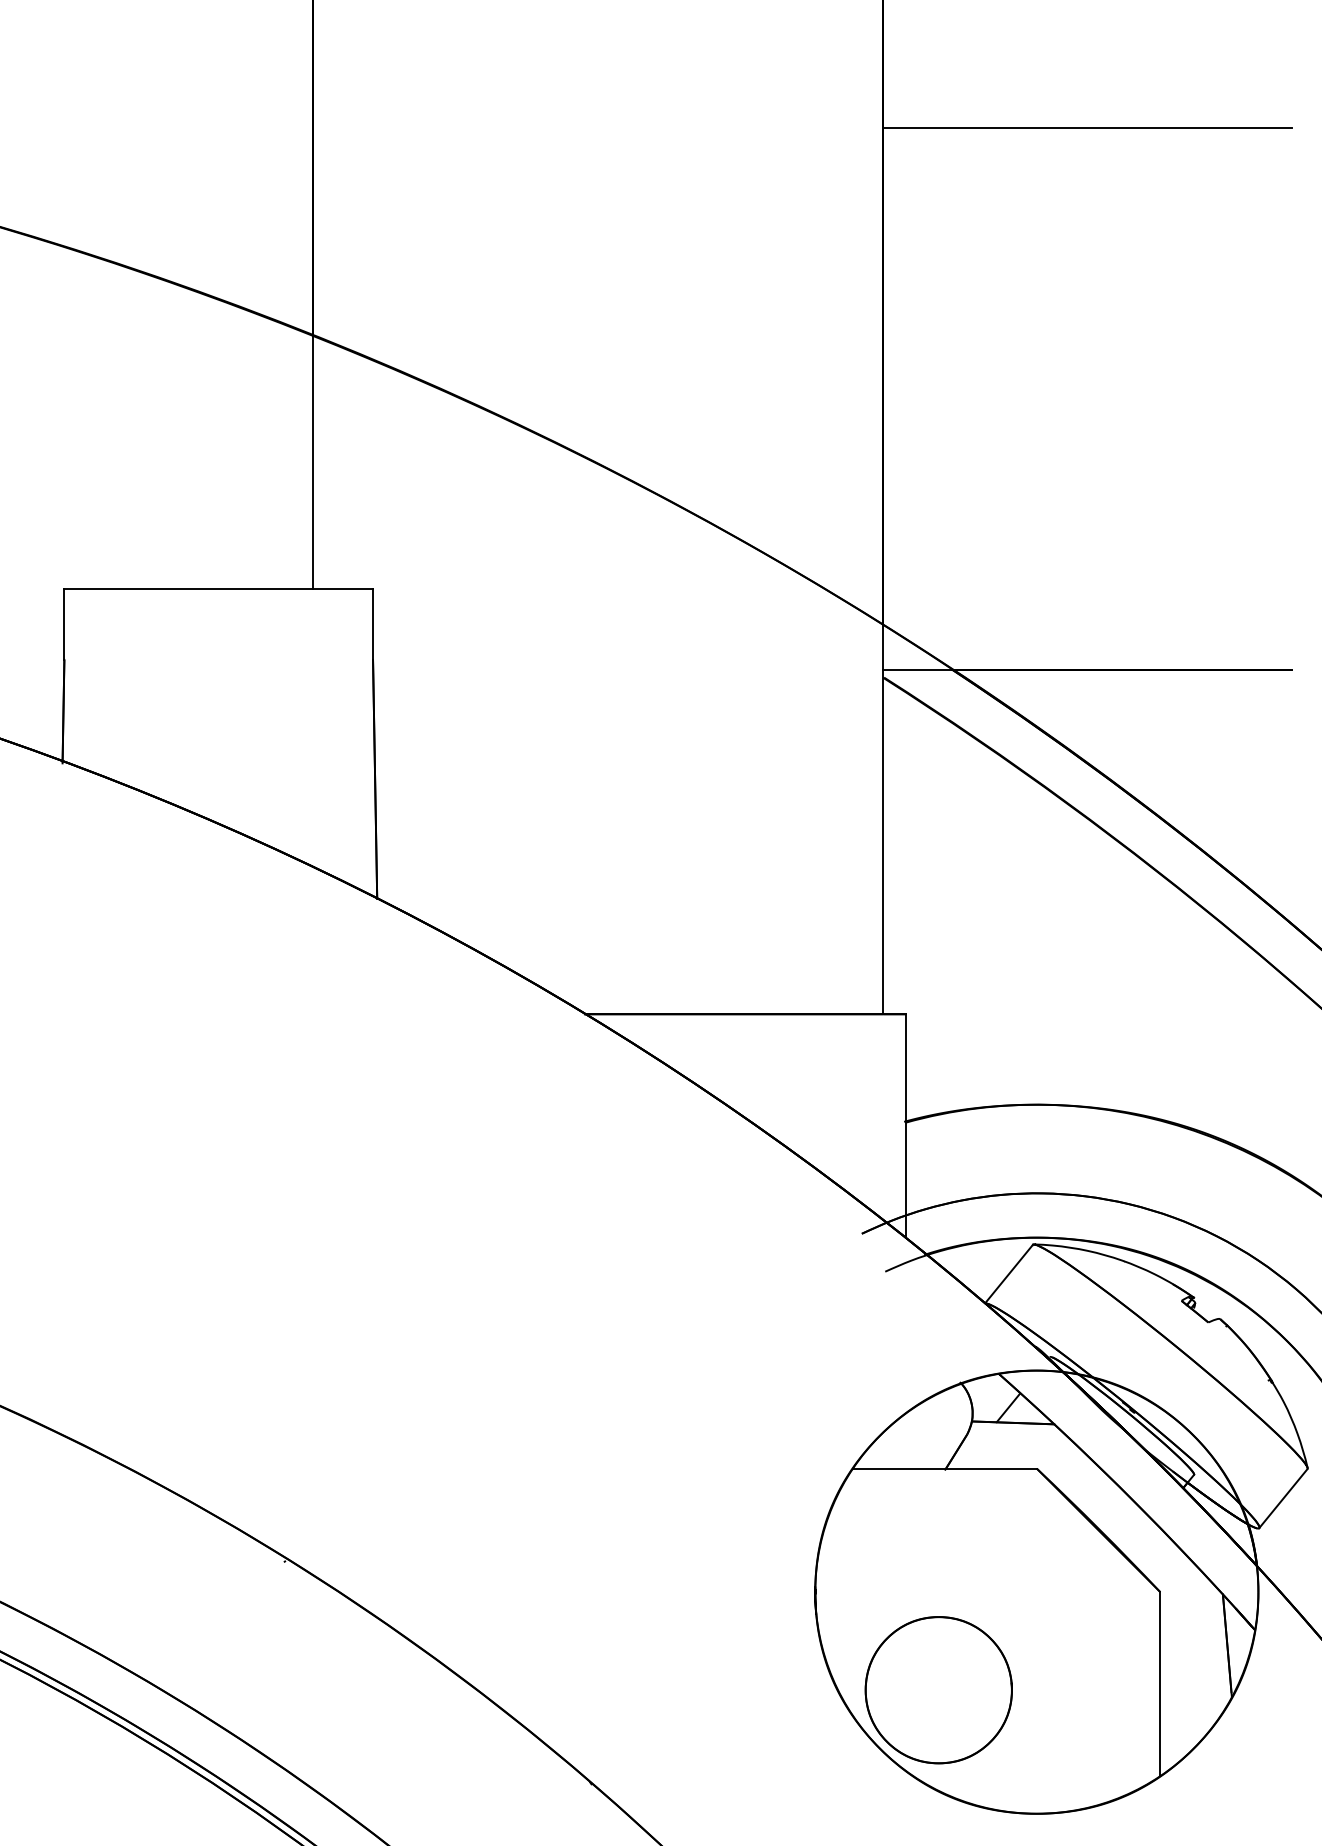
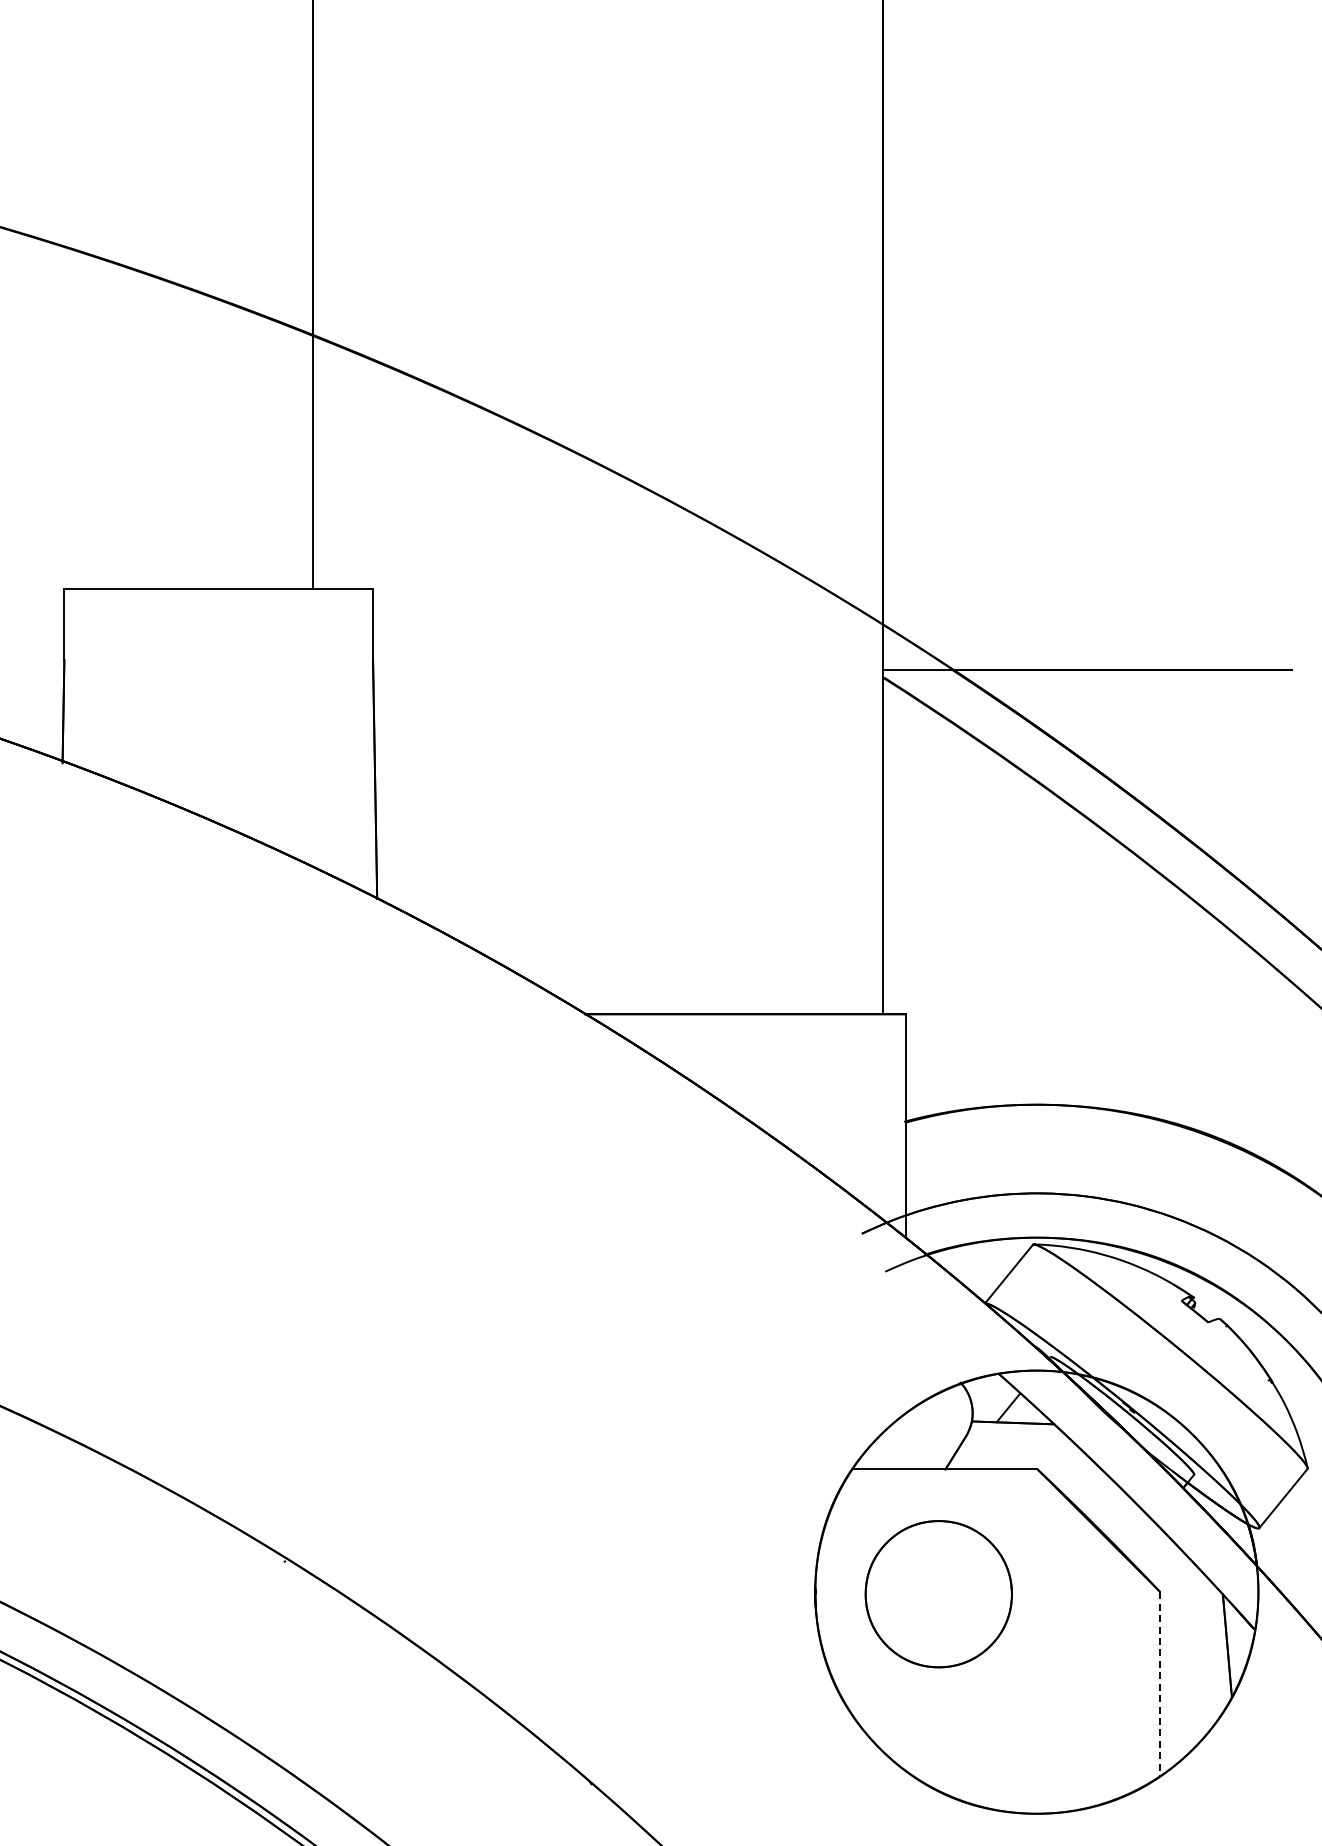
line at (1087, 128): present -> none
line at (1160, 1684): solid -> dashed
part at (938, 1690) position: (938, 1690) -> (938, 1594)
